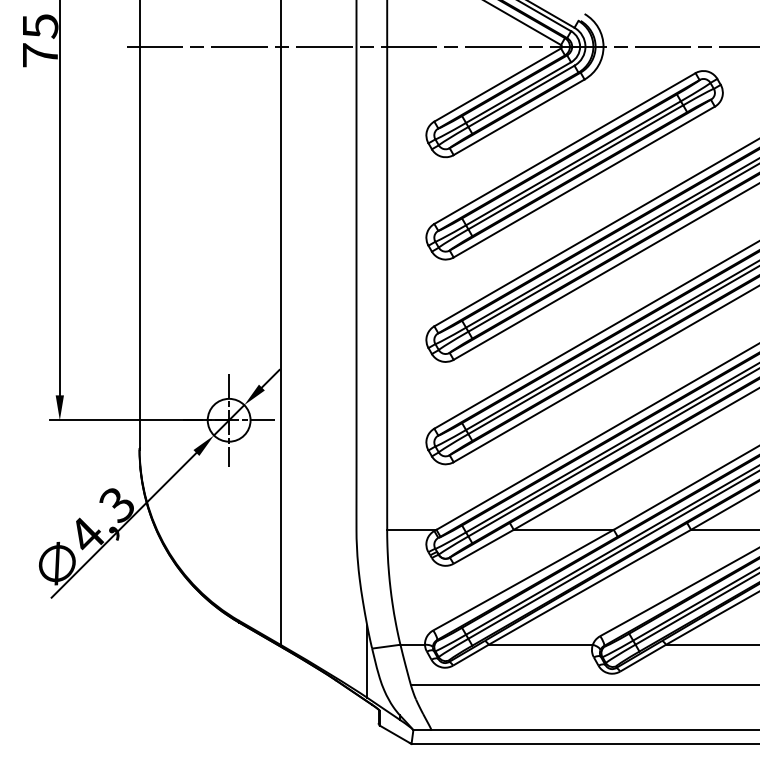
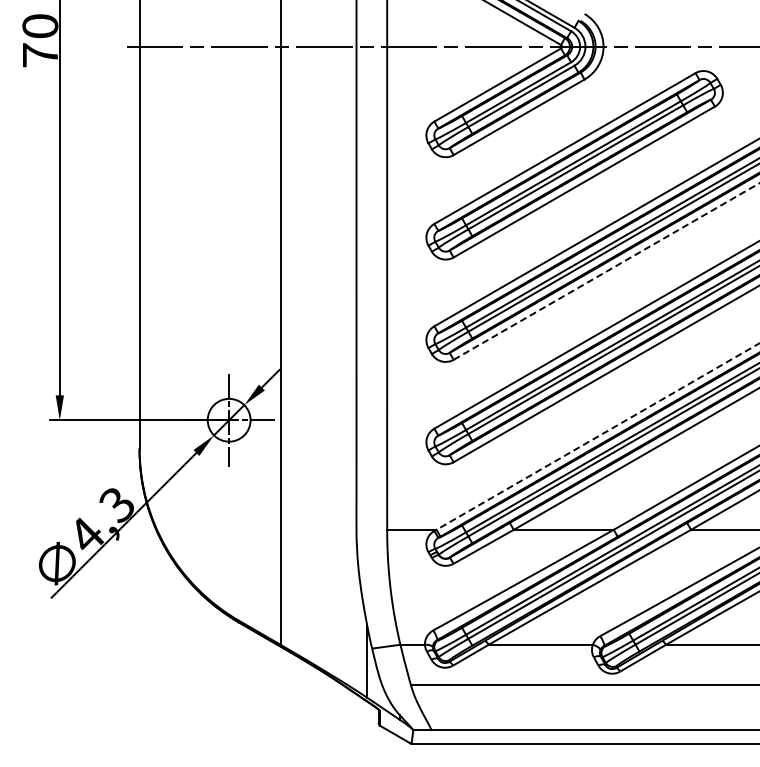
text at (40, 26): 75 -> 70
line at (606, 271): solid -> dashed
line at (597, 436): solid -> dashed
